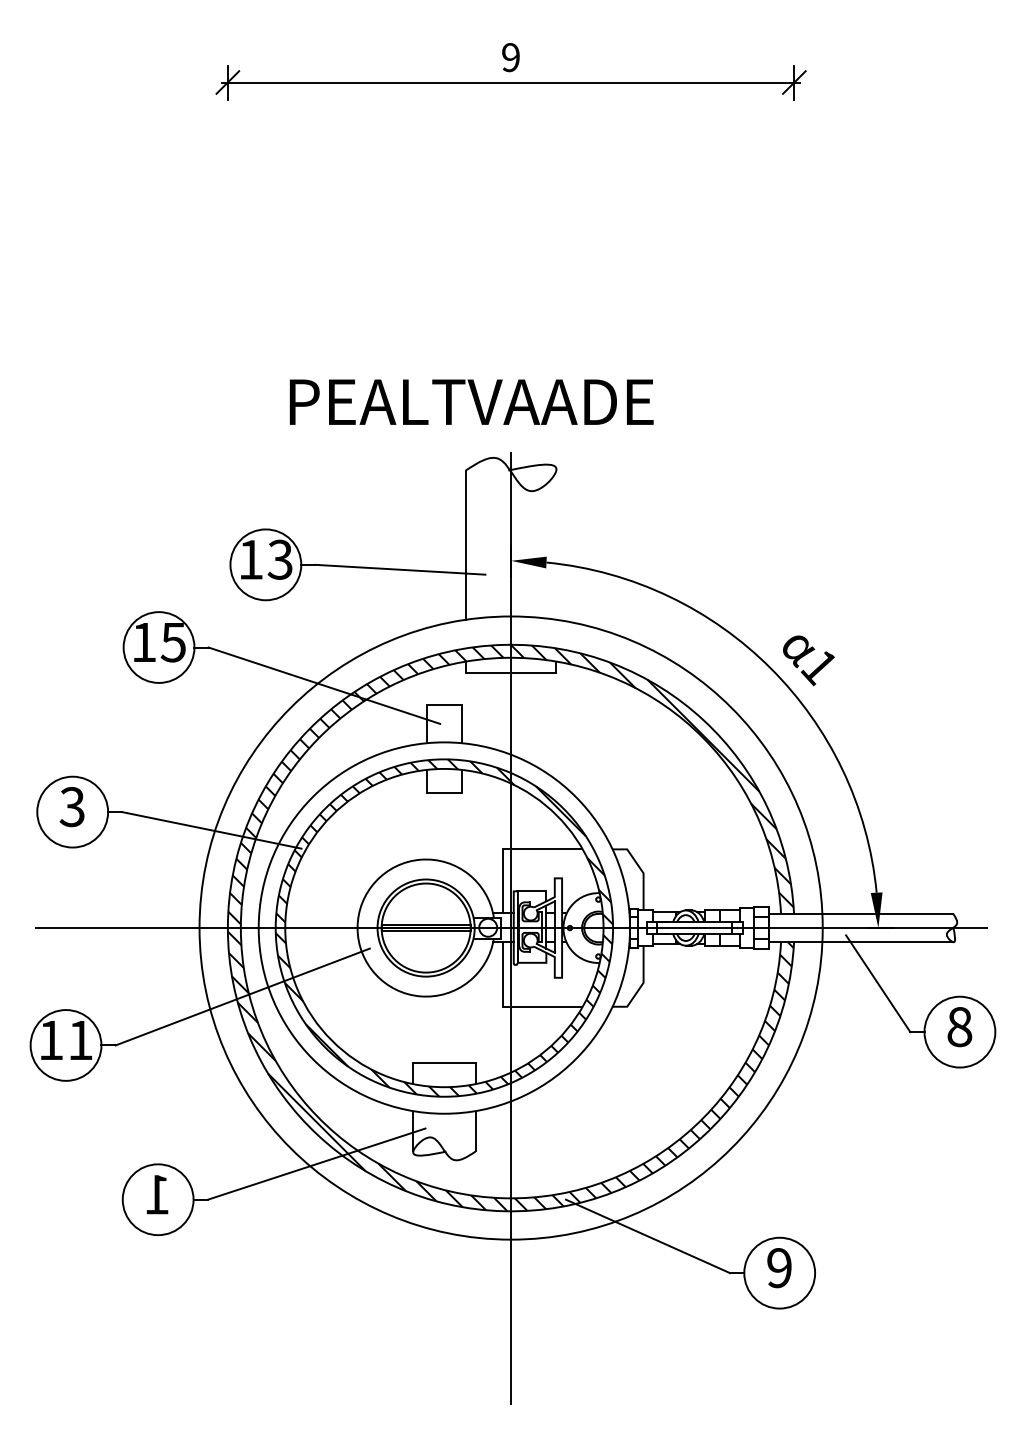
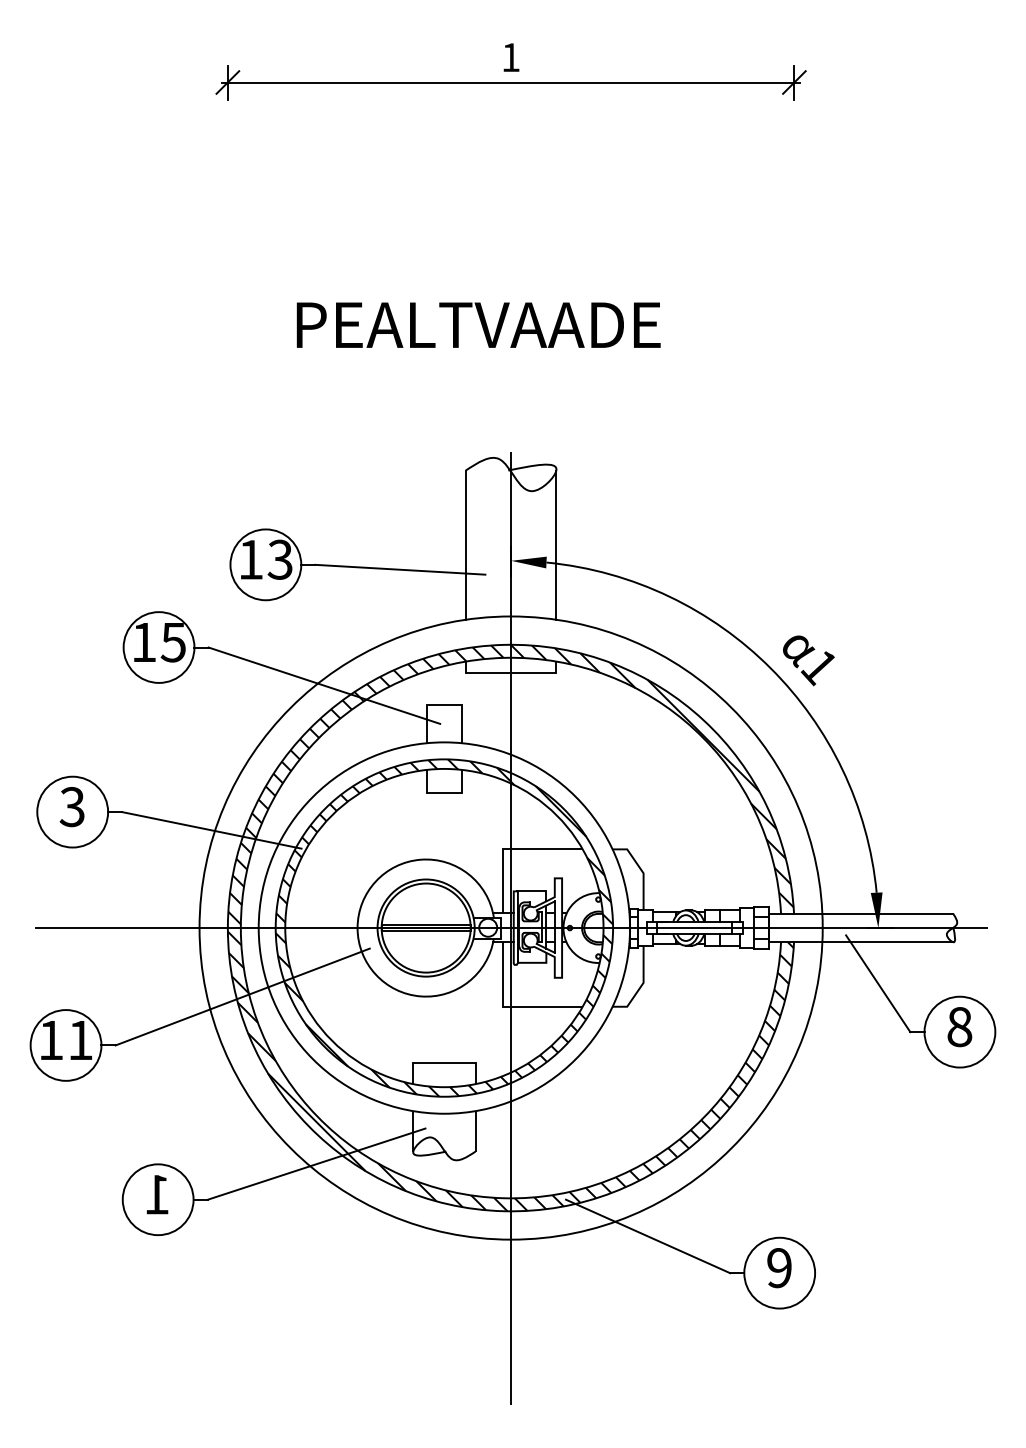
text at (510, 57): 9 -> 1
text at (471, 401) position: (471, 401) -> (478, 324)
line at (556, 544): none -> present
